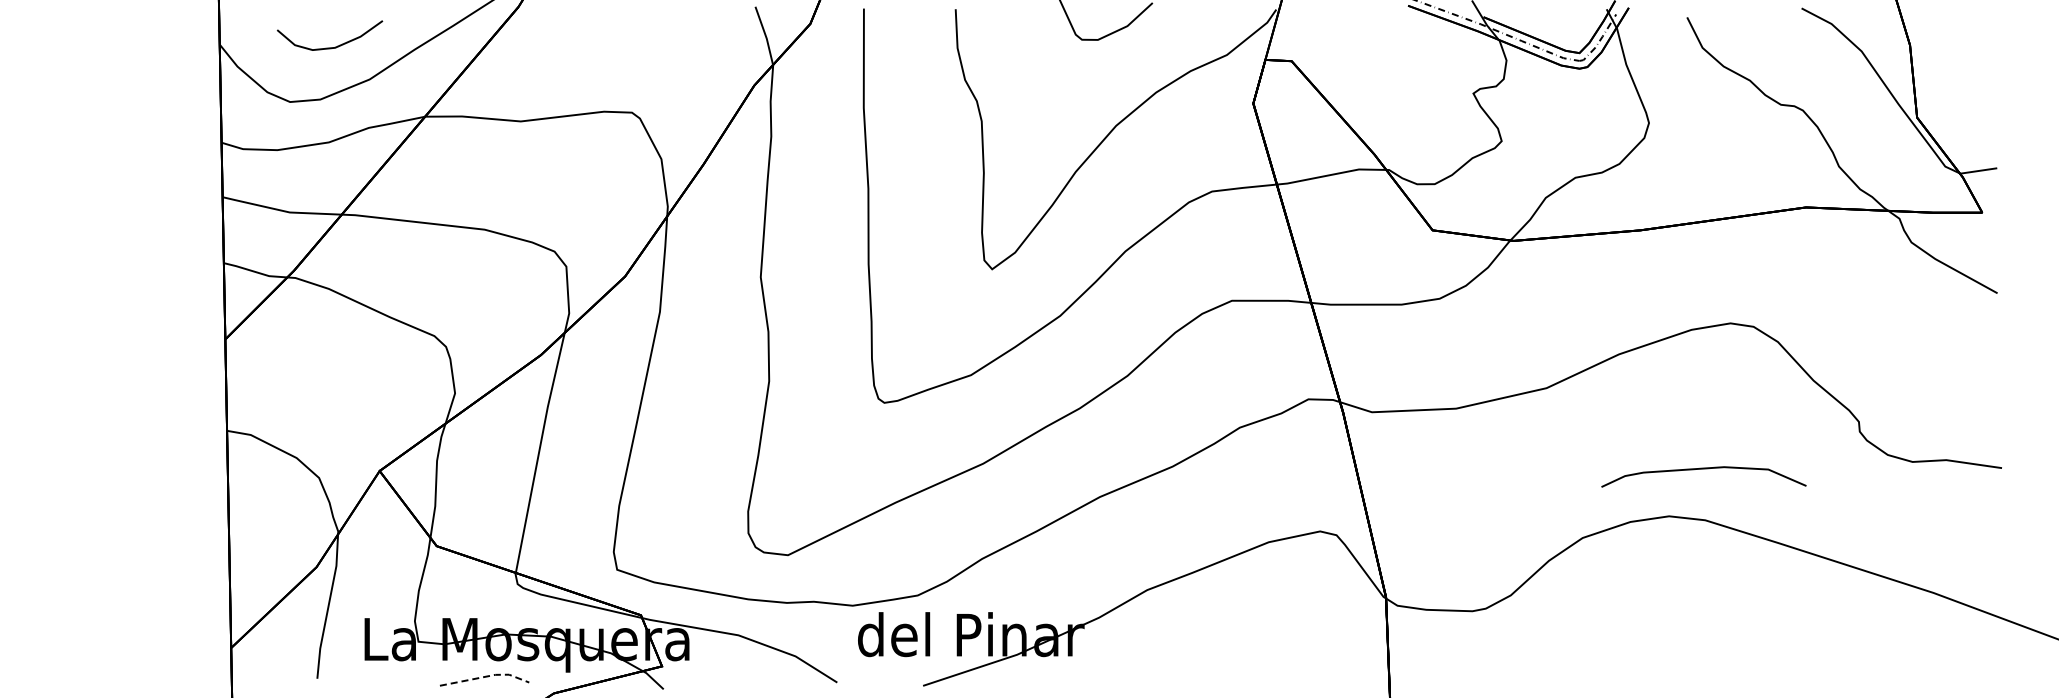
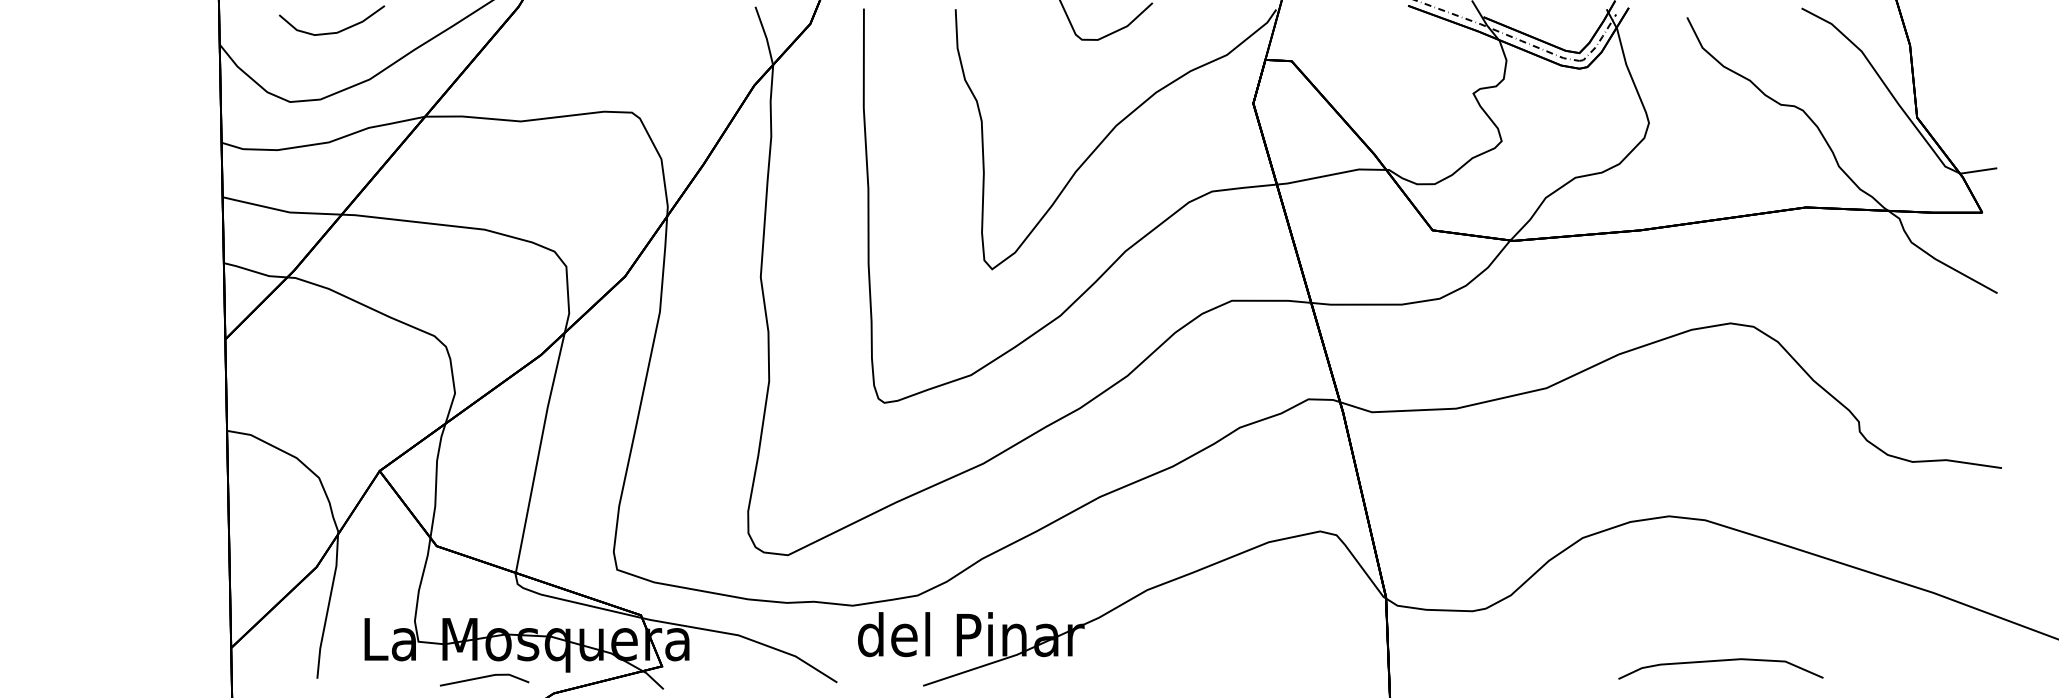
curve at (329, 47) position: (329, 47) -> (331, 32)
curve at (1703, 469) position: (1703, 469) -> (1720, 661)
line at (486, 676): dashed -> solid
